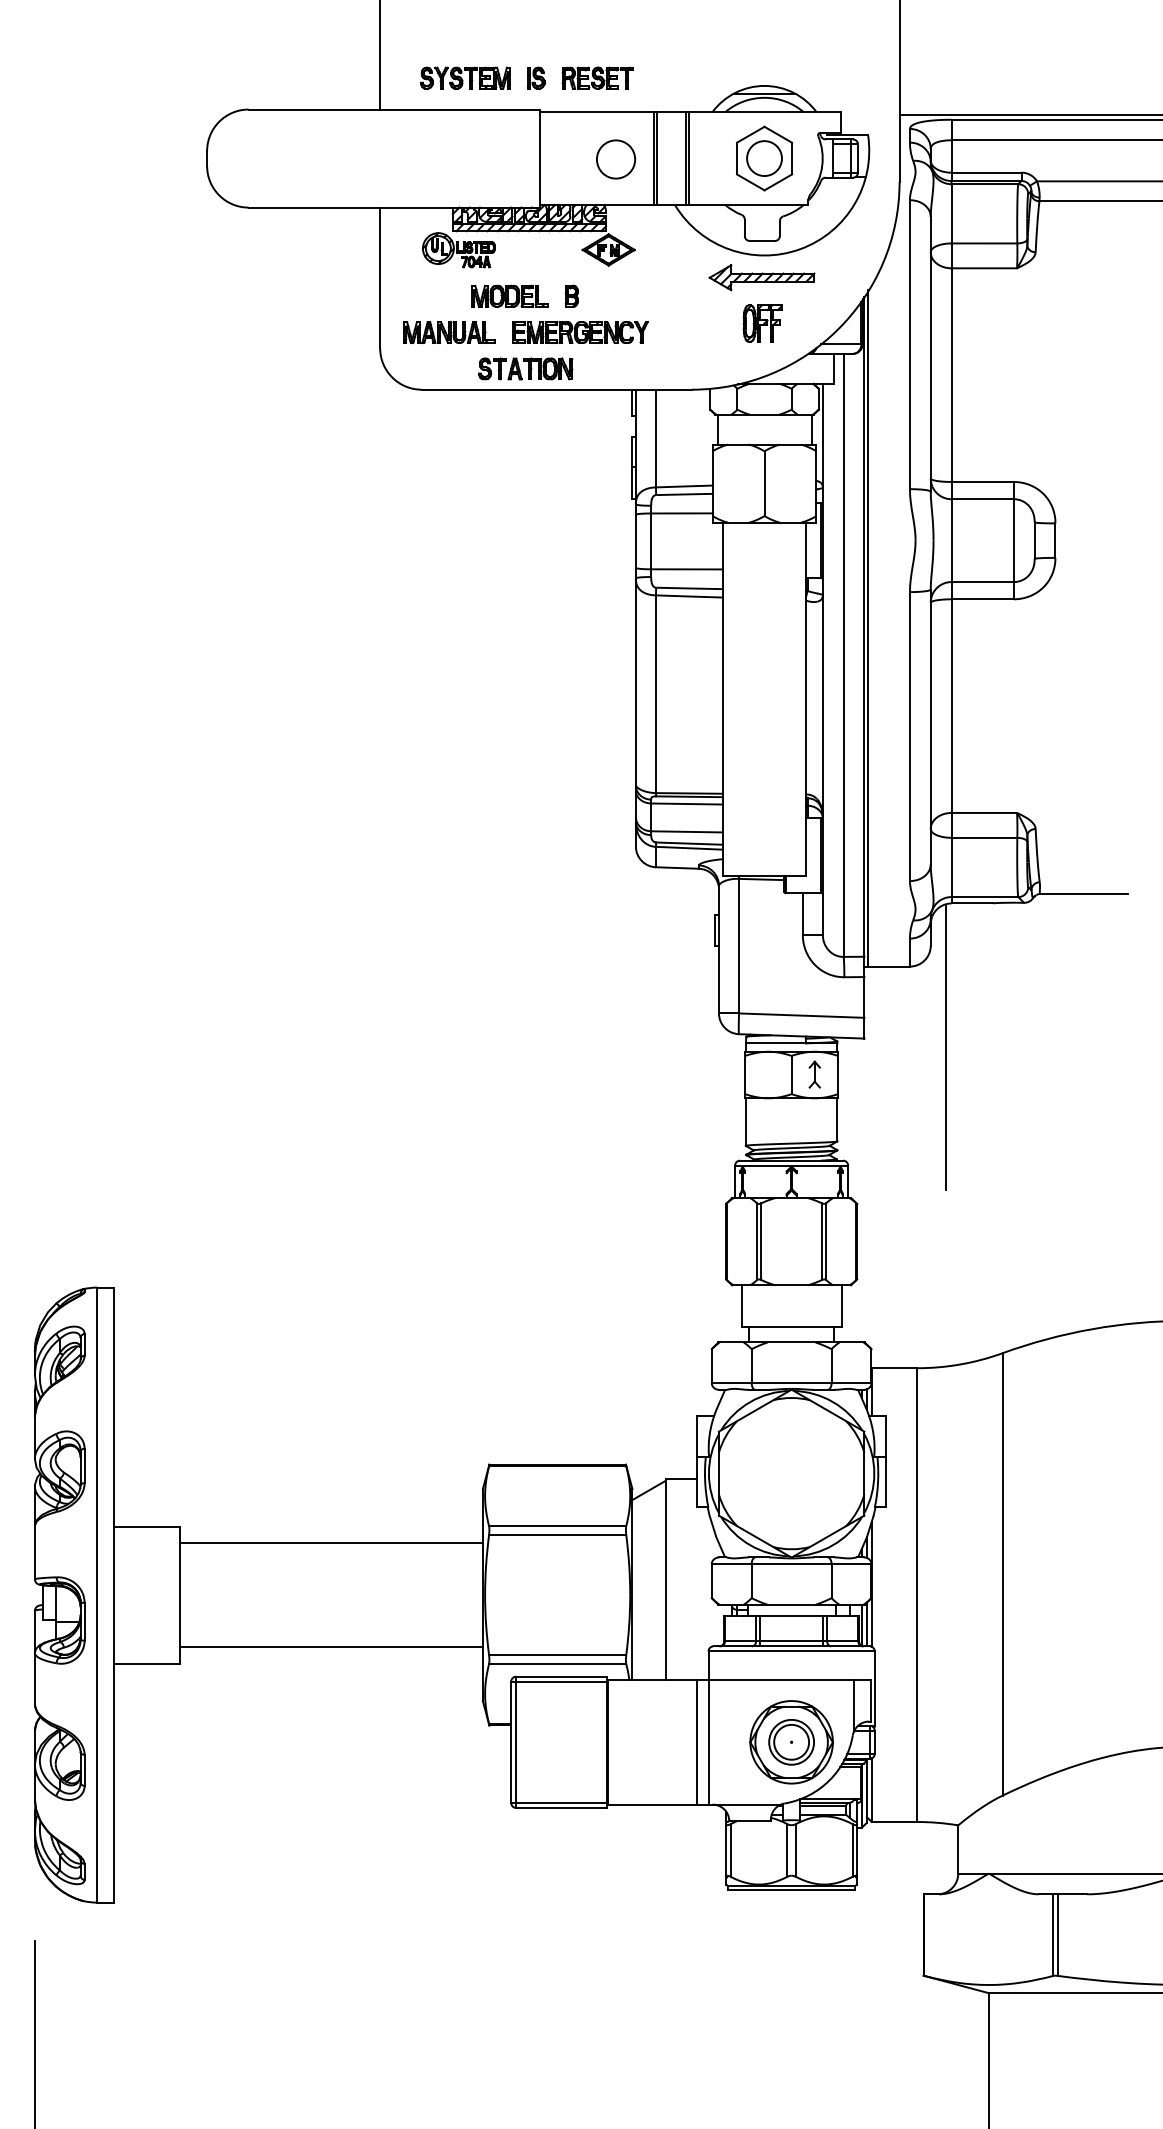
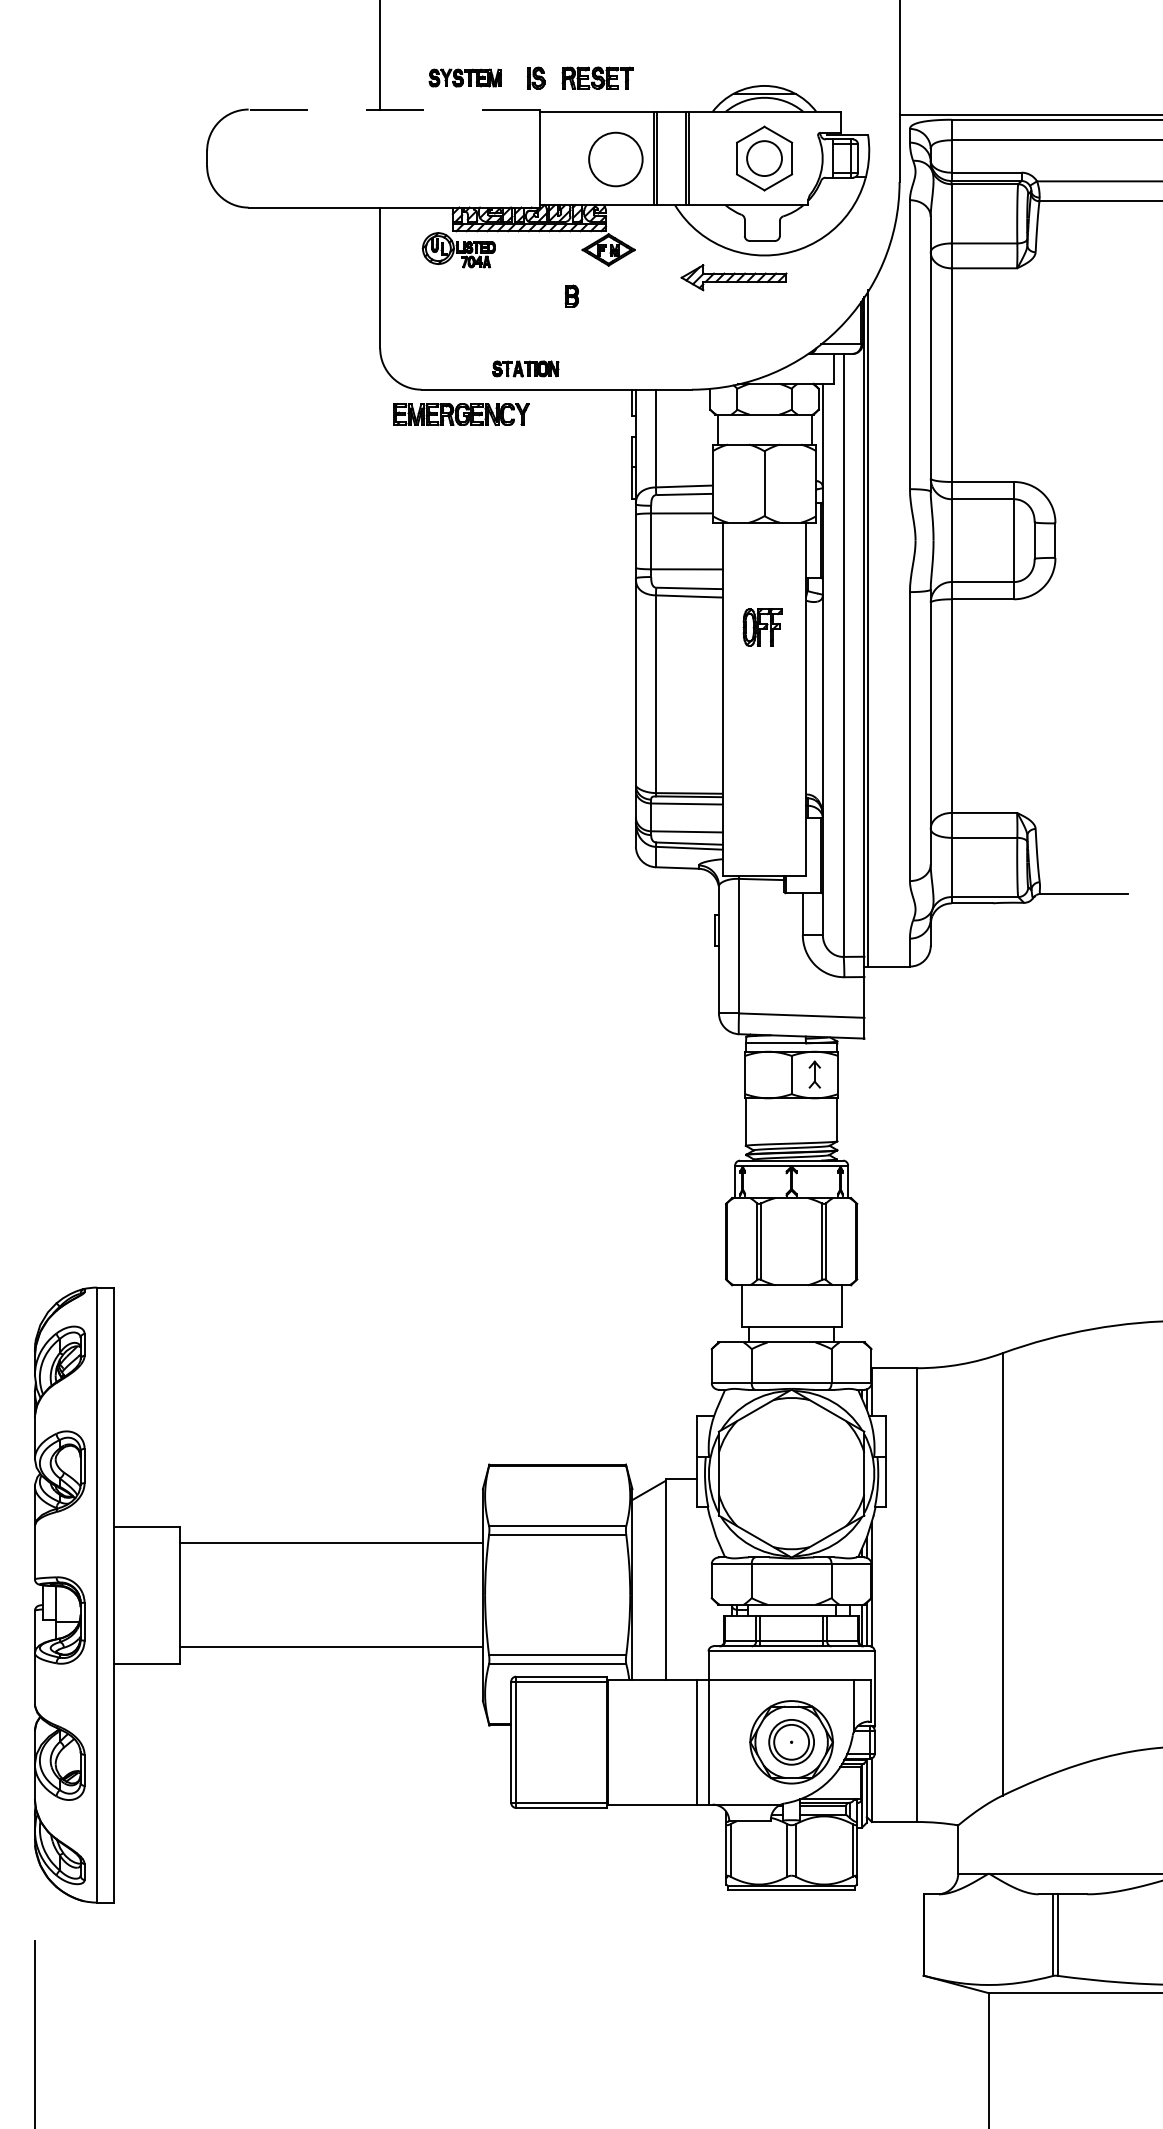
part at (464, 77) size: 92x24 px -> 74x20 px
line at (393, 109): solid -> dashed
circle at (616, 159) size: 41x41 px -> 56x57 px
part at (761, 277) position: (761, 277) -> (733, 277)
part at (509, 295): present -> none
part at (762, 323) position: (762, 323) -> (762, 627)
part at (449, 332): present -> none
part at (580, 332) position: (580, 332) -> (461, 414)
part at (525, 368) size: 96x24 px -> 68x18 px
line at (946, 1046): present -> none
